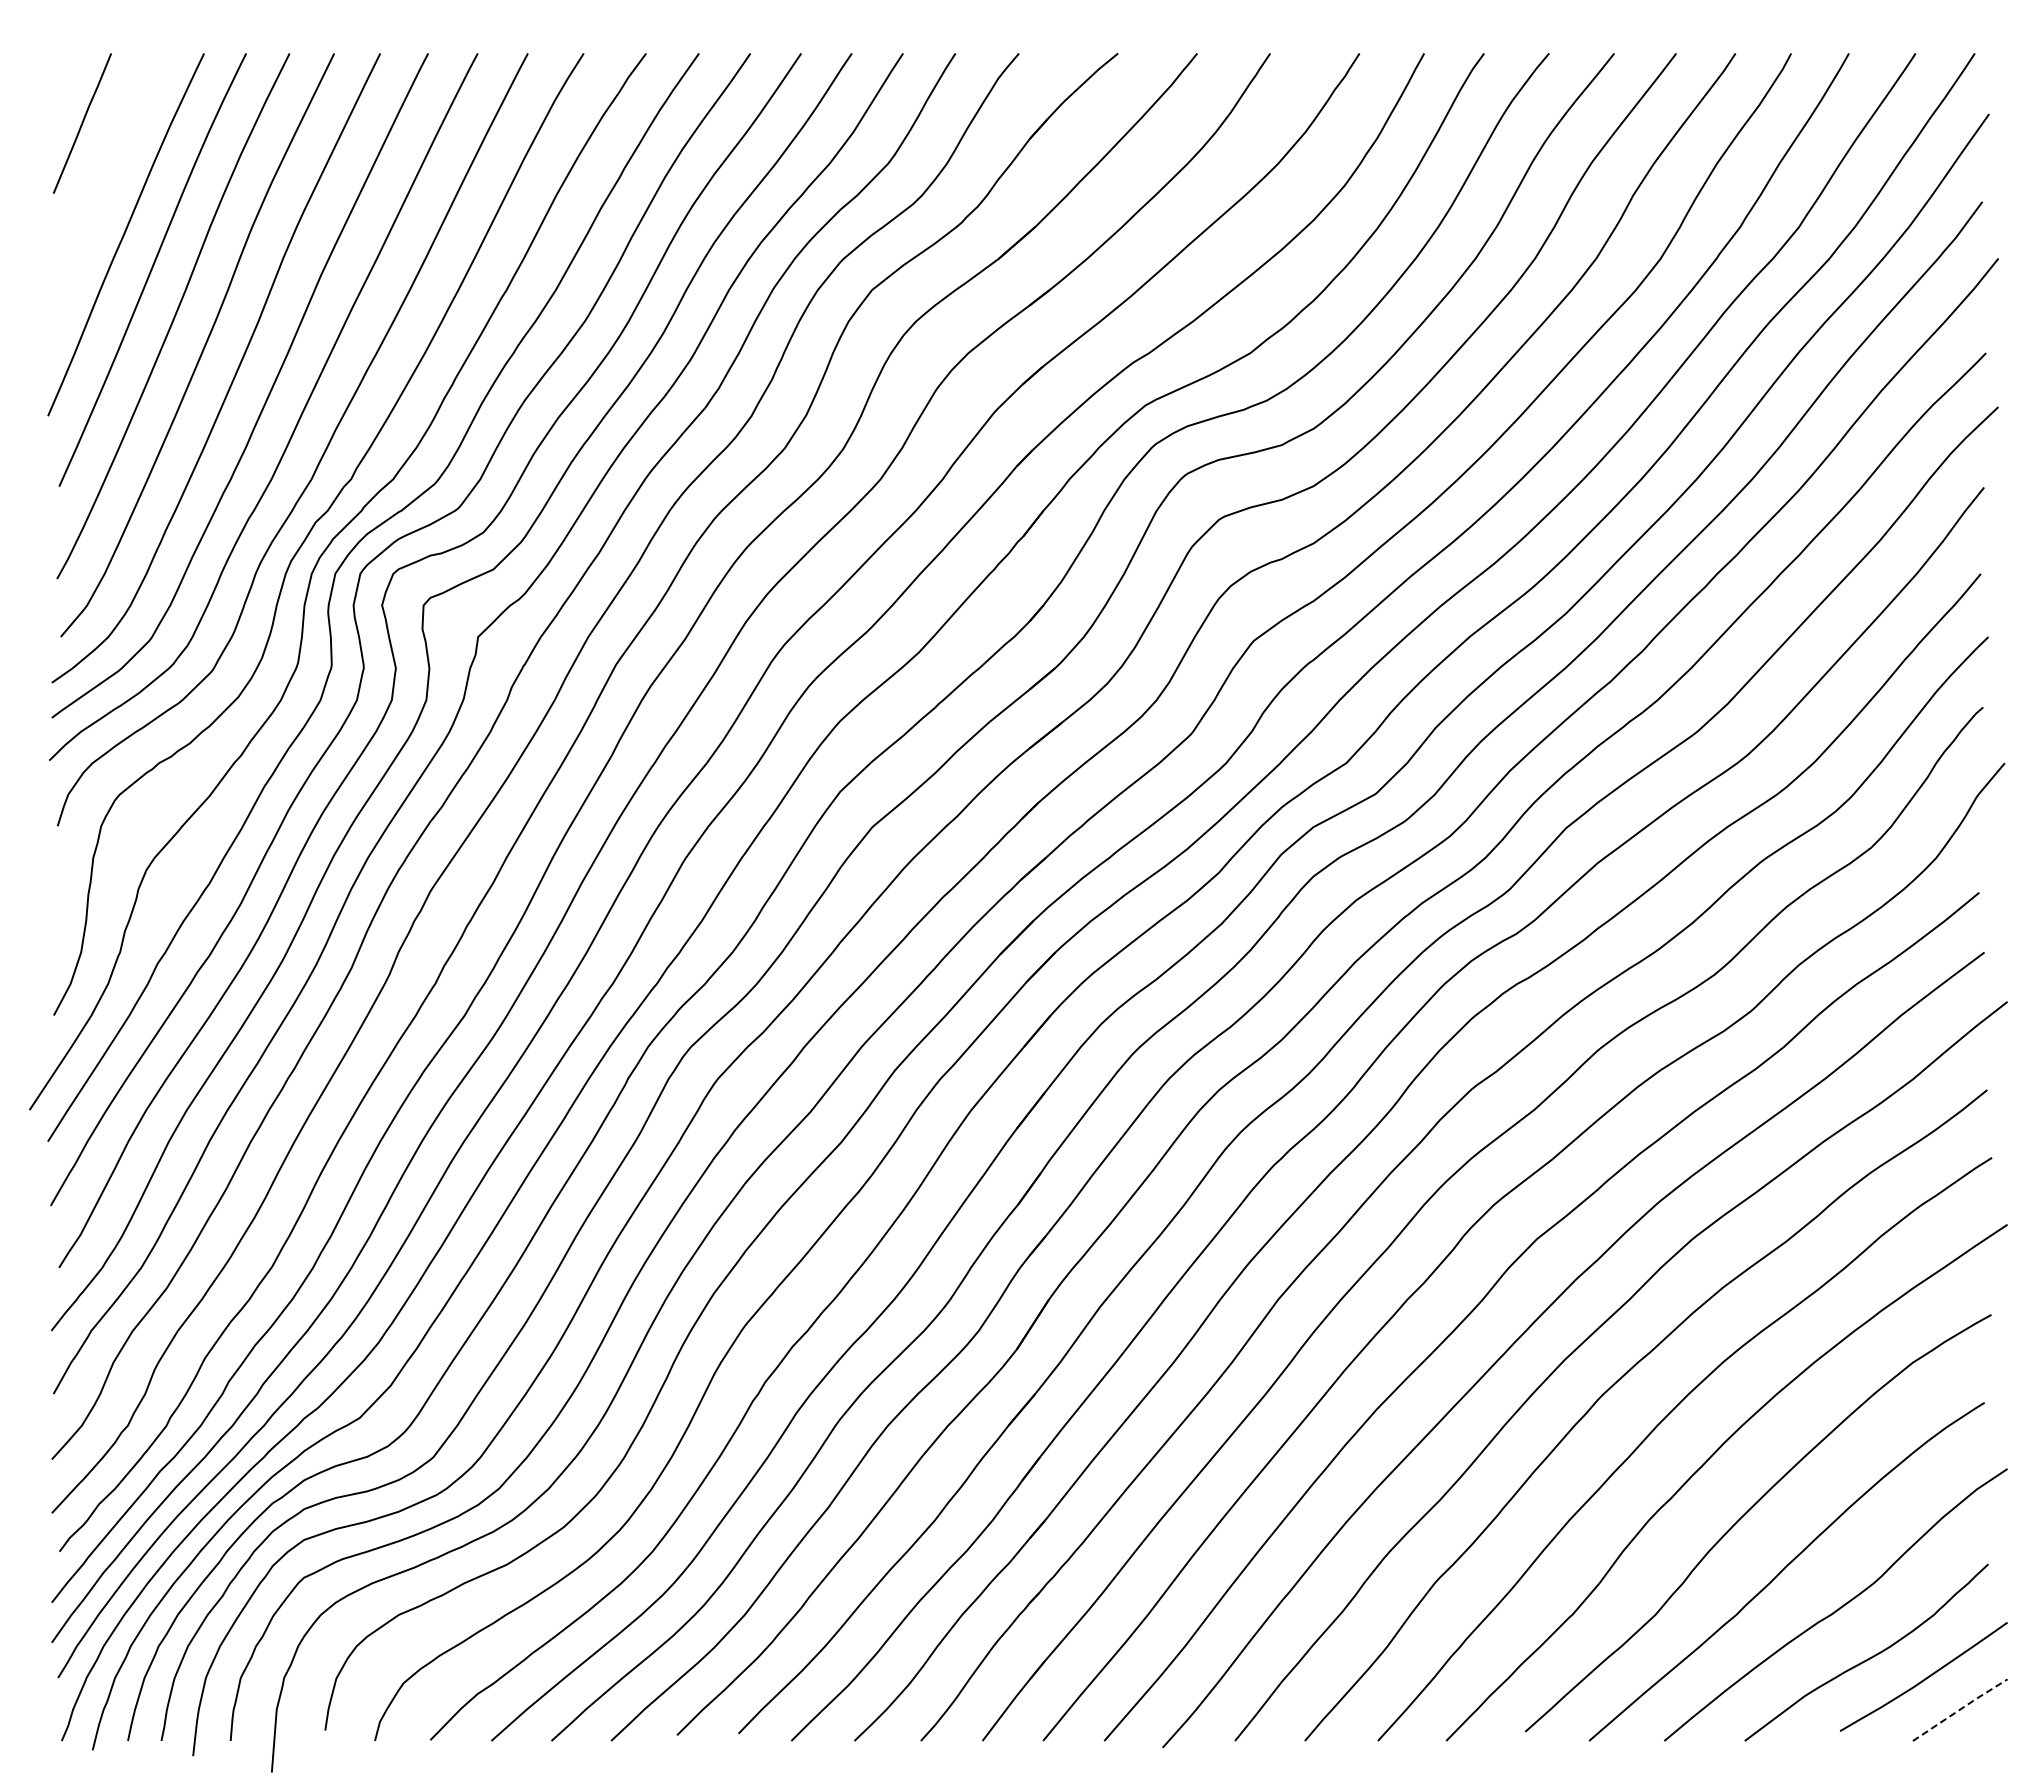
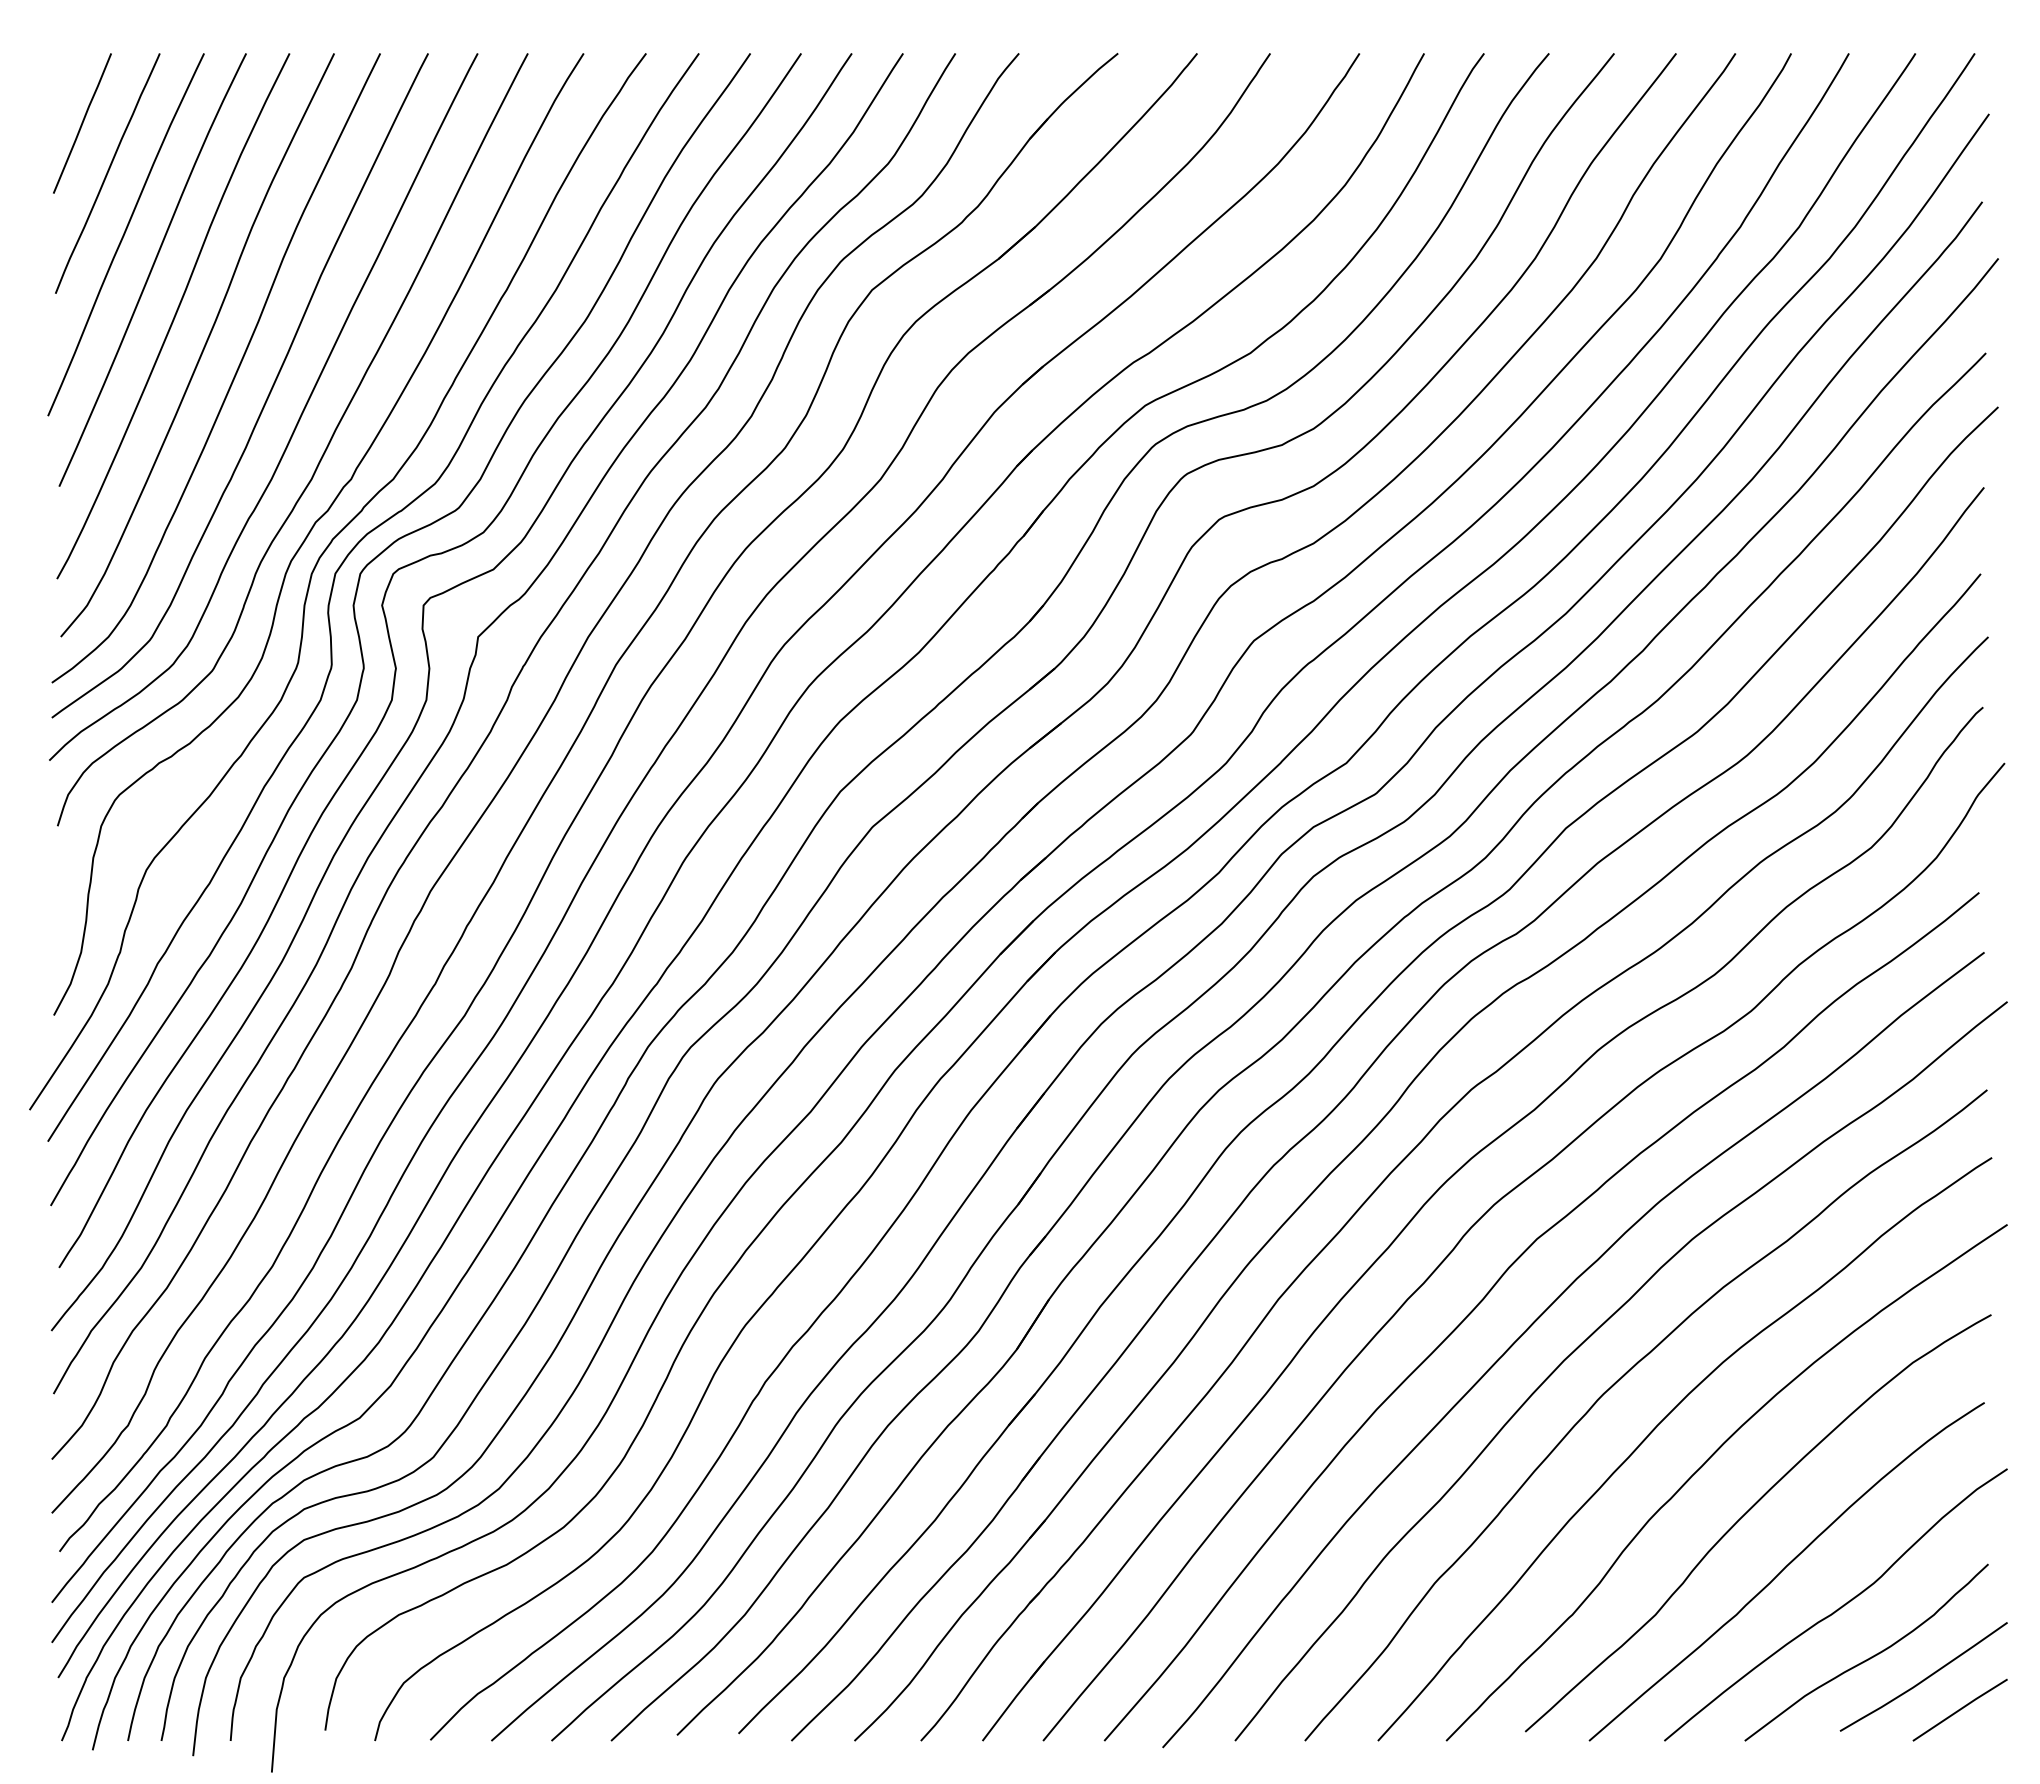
curve at (107, 173): none -> present
line at (1961, 1709): dashed -> solid
